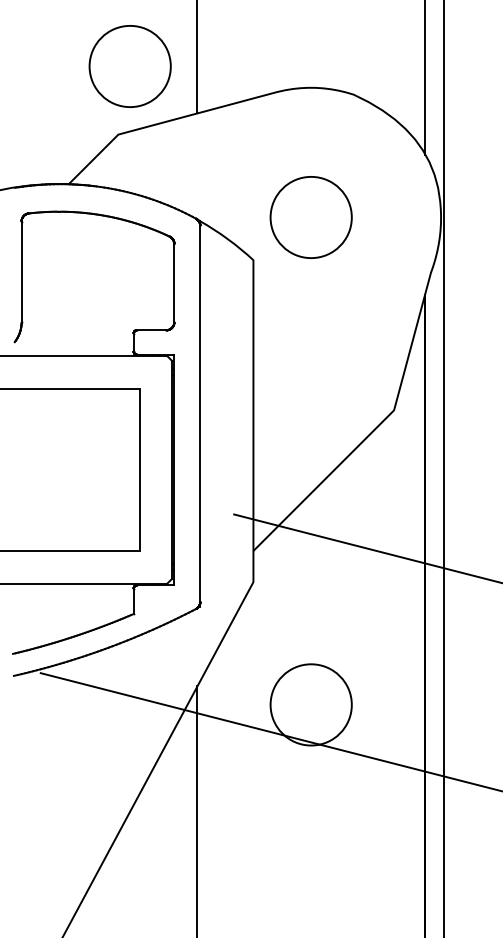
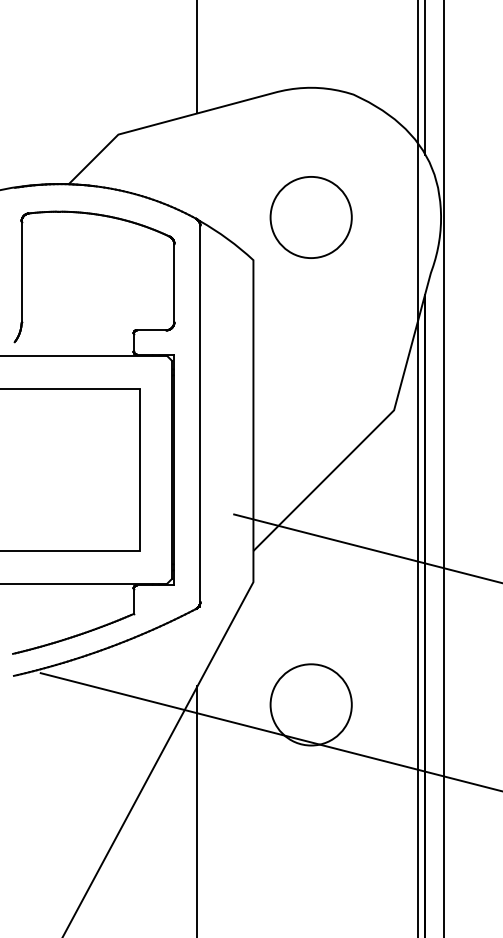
circle at (129, 66): present -> none
line at (418, 468): none -> present
